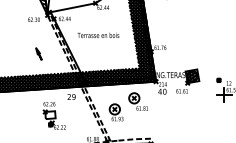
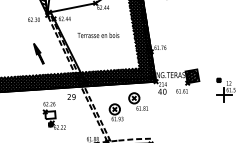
part at (38, 53) size: 8x14 px -> 12x22 px
